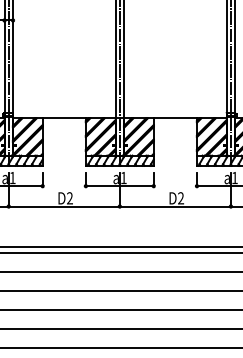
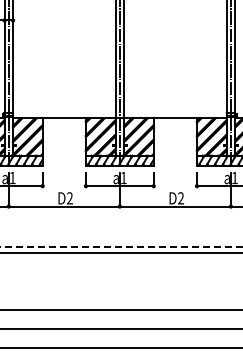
line at (121, 247): solid -> dashed
line at (120, 271): present -> none
line at (120, 290): present -> none
